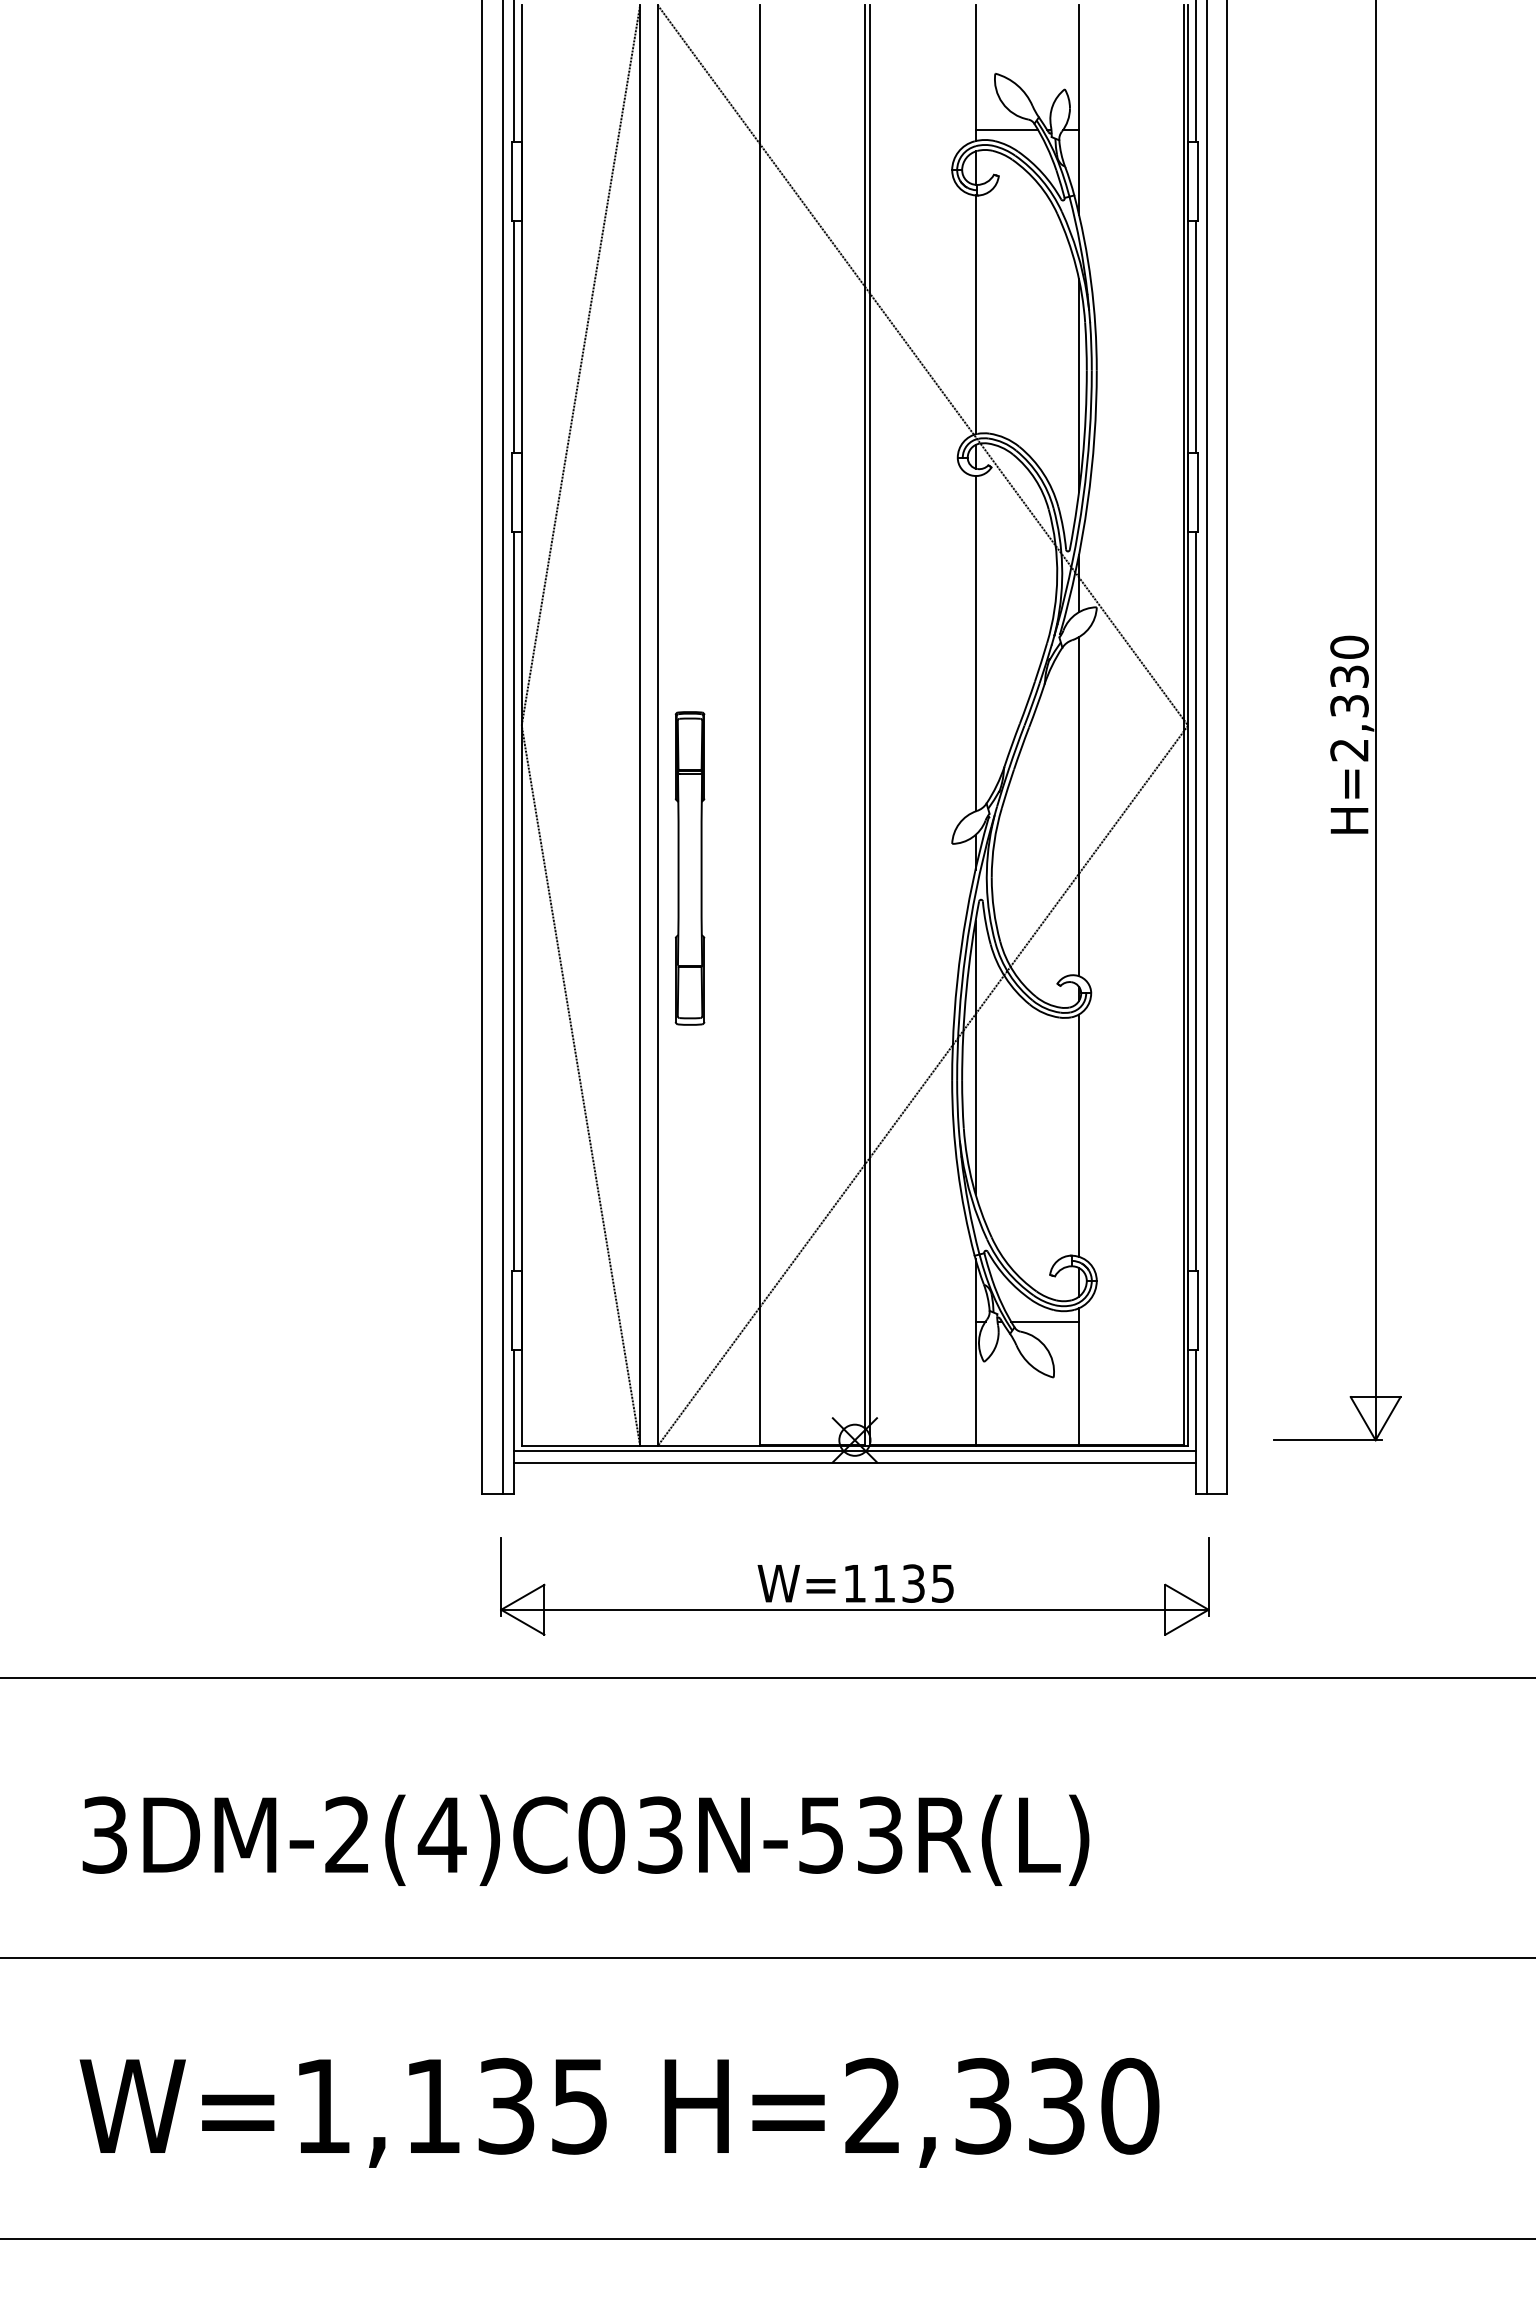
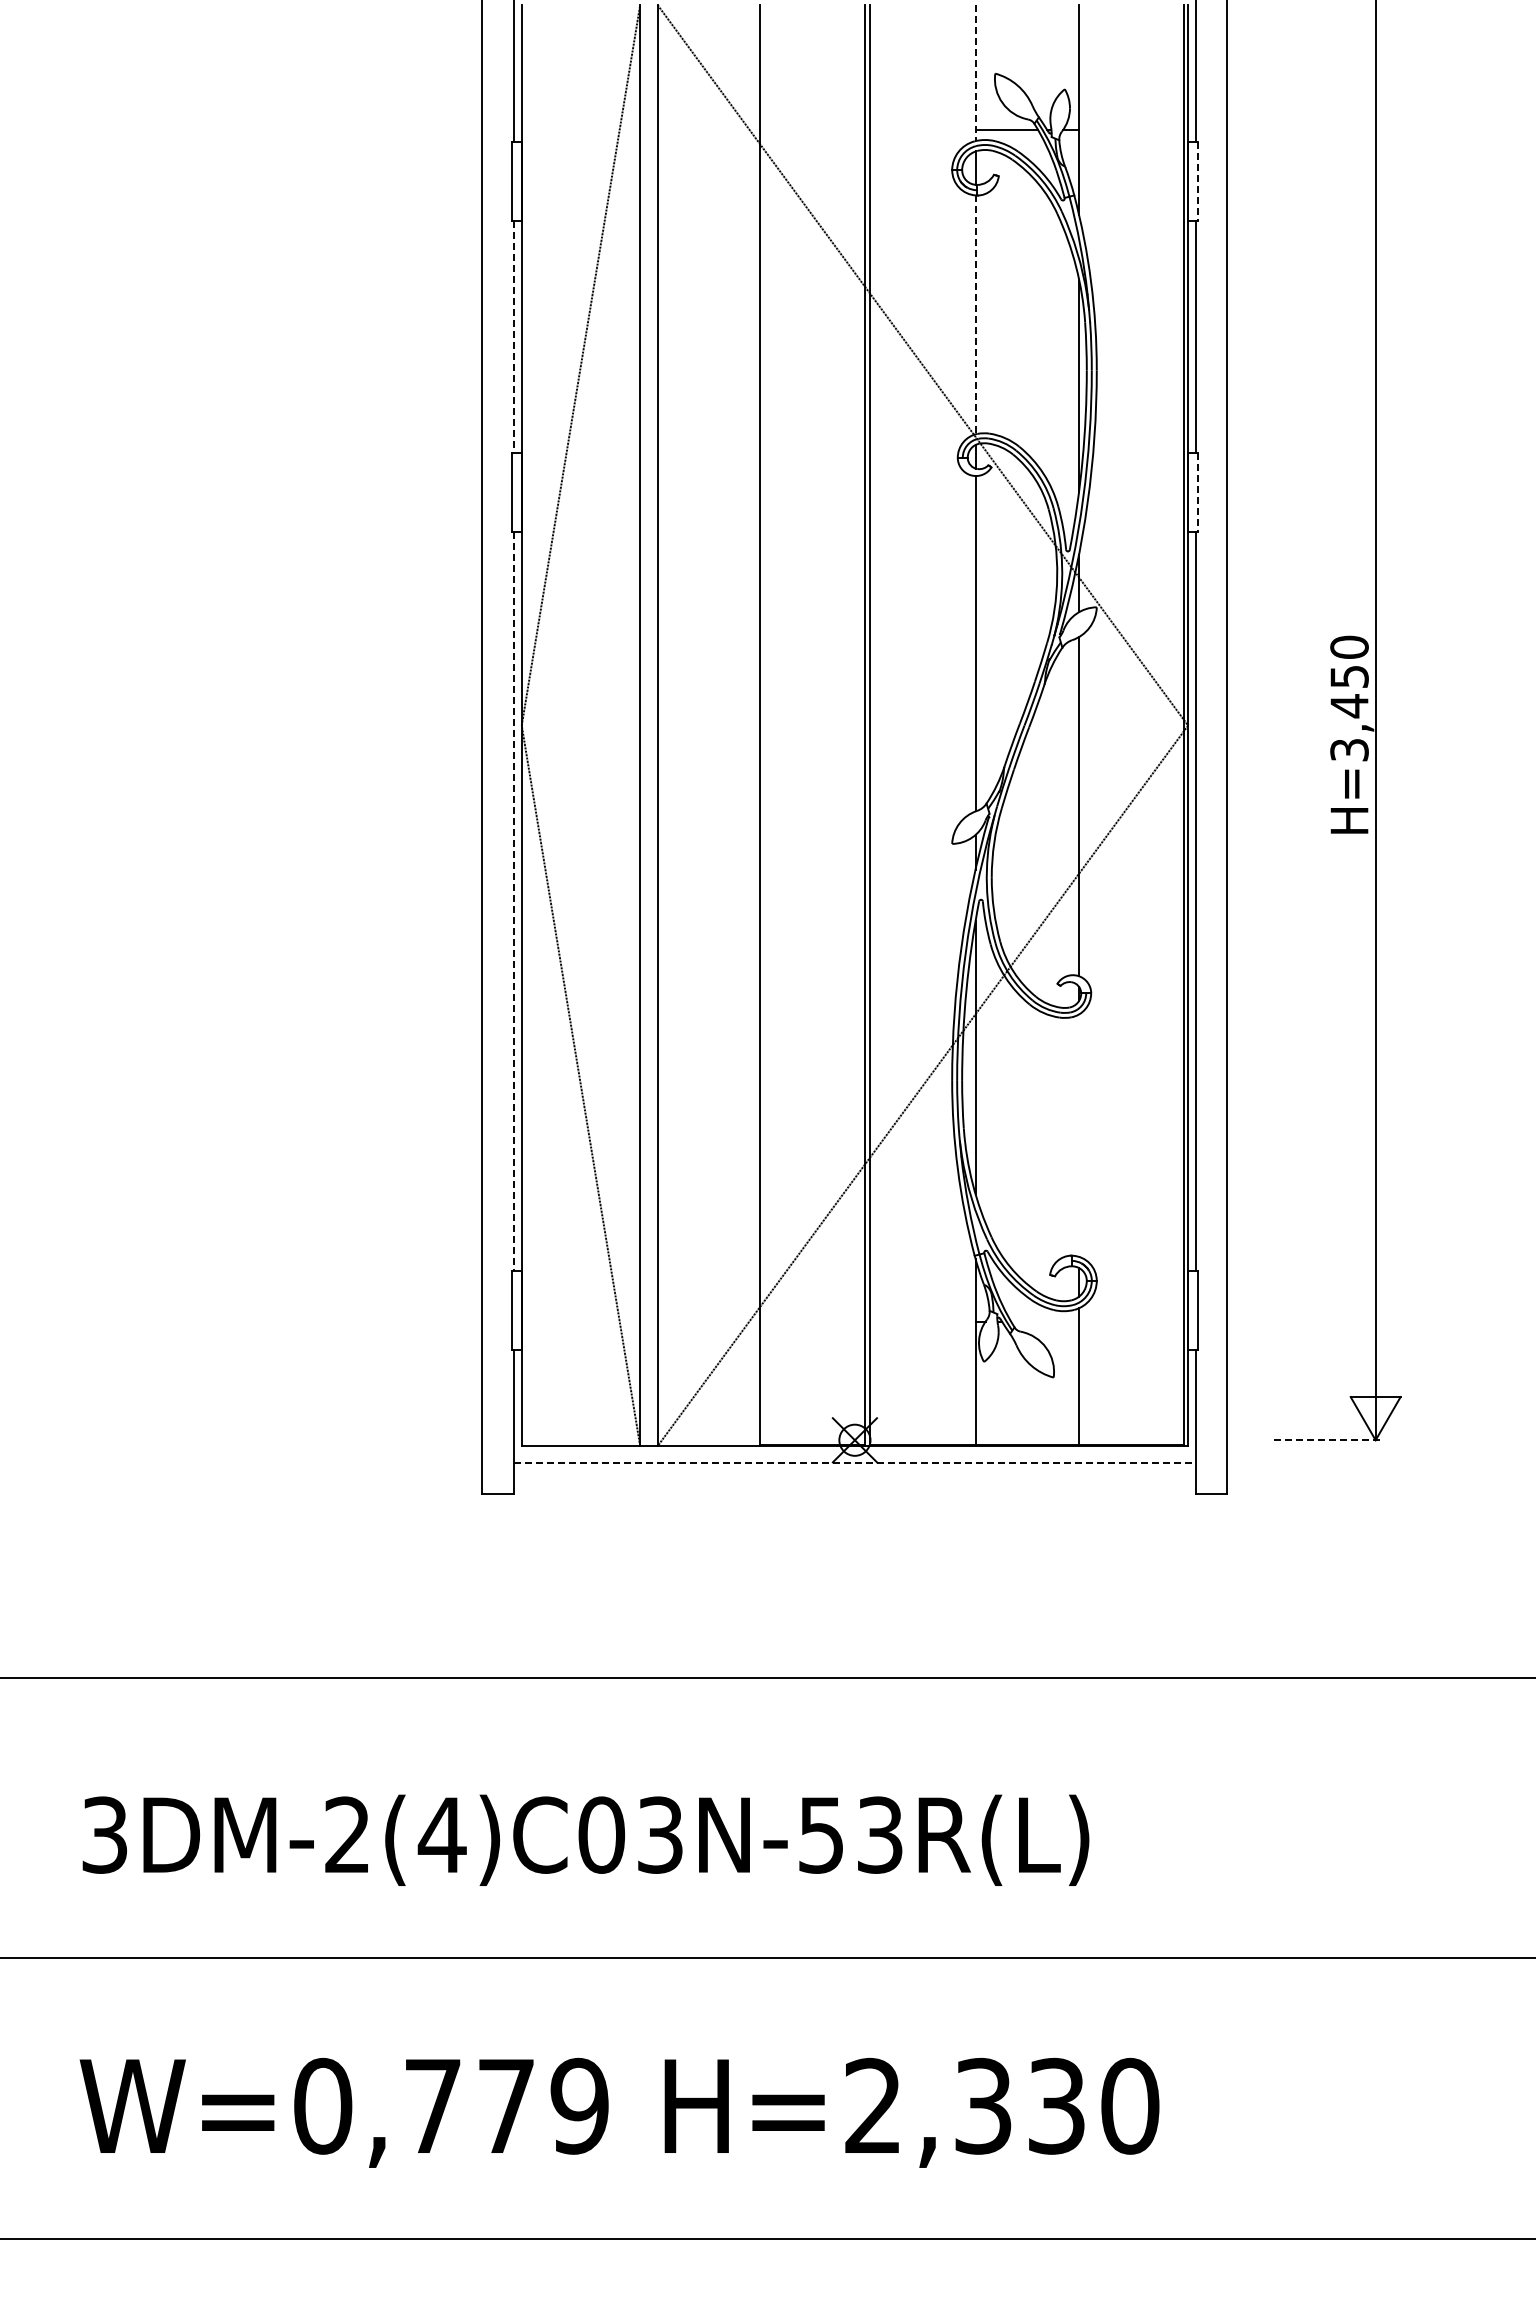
line at (975, 73): solid -> dashed
line at (1198, 181): solid -> dashed
line at (975, 315): solid -> dashed
line at (513, 337): solid -> dashed
line at (1198, 492): solid -> dashed
text at (1349, 713): H=2,330 -> H=3,450
line at (503, 748): present -> none
line at (1206, 748): present -> none
part at (689, 868): present -> none
line at (513, 902): solid -> dashed
line at (1079, 1135): present -> none
line at (1045, 1321): present -> none
line at (1328, 1440): solid -> dashed
line at (854, 1451): present -> none
line at (855, 1463): solid -> dashed
part at (854, 1586): present -> none
text at (451, 2105): W=1,135 -> W=0,779
